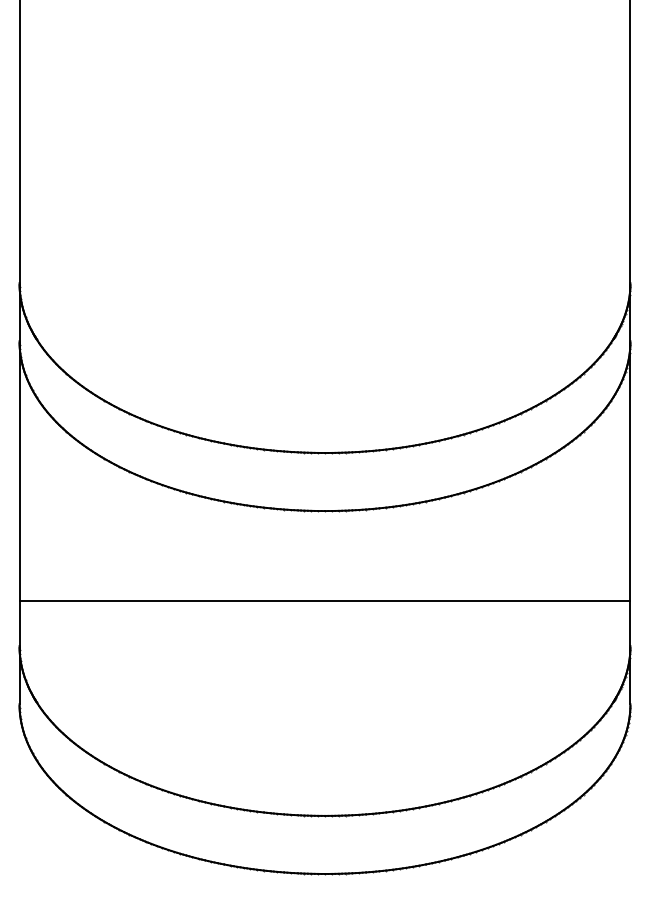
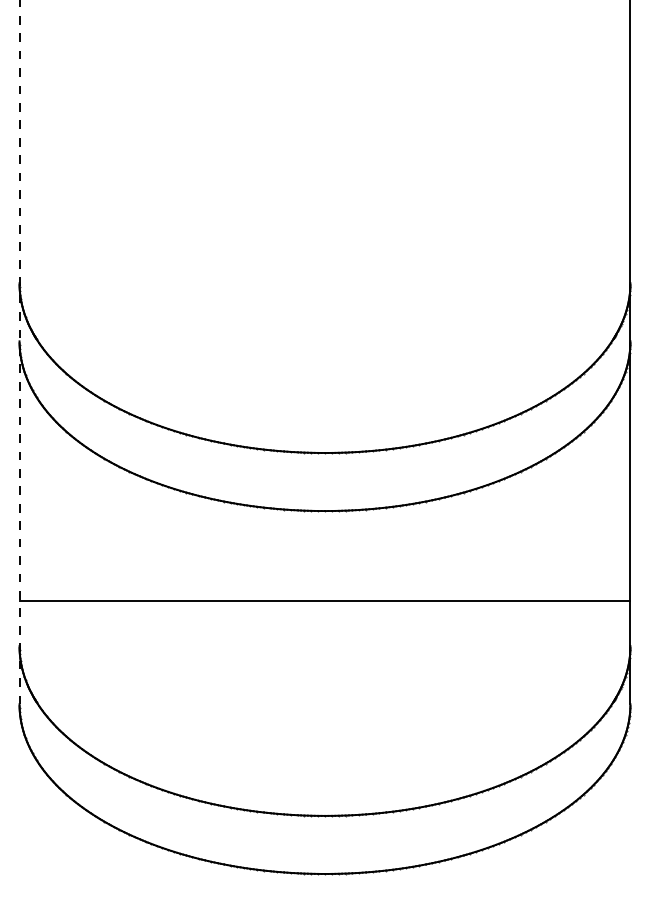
line at (19, 352): solid -> dashed
